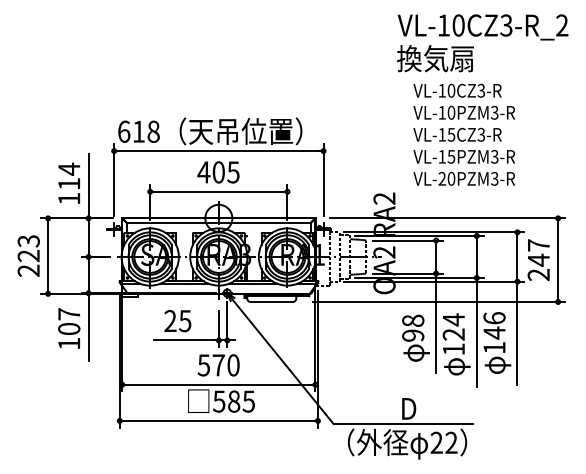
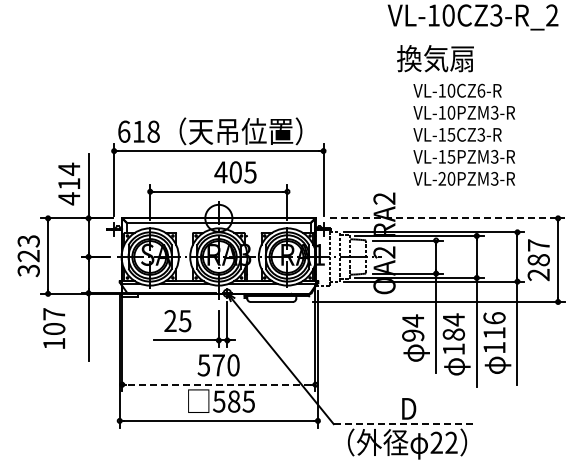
text at (482, 27) position: (482, 27) -> (472, 17)
text at (481, 90): VL-10CZ3-R -> VL-10CZ6-R
text at (218, 172) position: (218, 172) -> (235, 172)
text at (69, 198): 114 -> 414
line at (448, 218): solid -> dashed
text at (538, 259): 247 -> 287
text at (28, 270): 223 -> 323
text at (413, 320): 98 -> 94
text at (69, 328) position: (69, 328) -> (54, 328)
text at (494, 332): 146 -> 116
text at (453, 334): 124 -> 184
line at (218, 384): solid -> dashed
line at (403, 424): solid -> dashed
